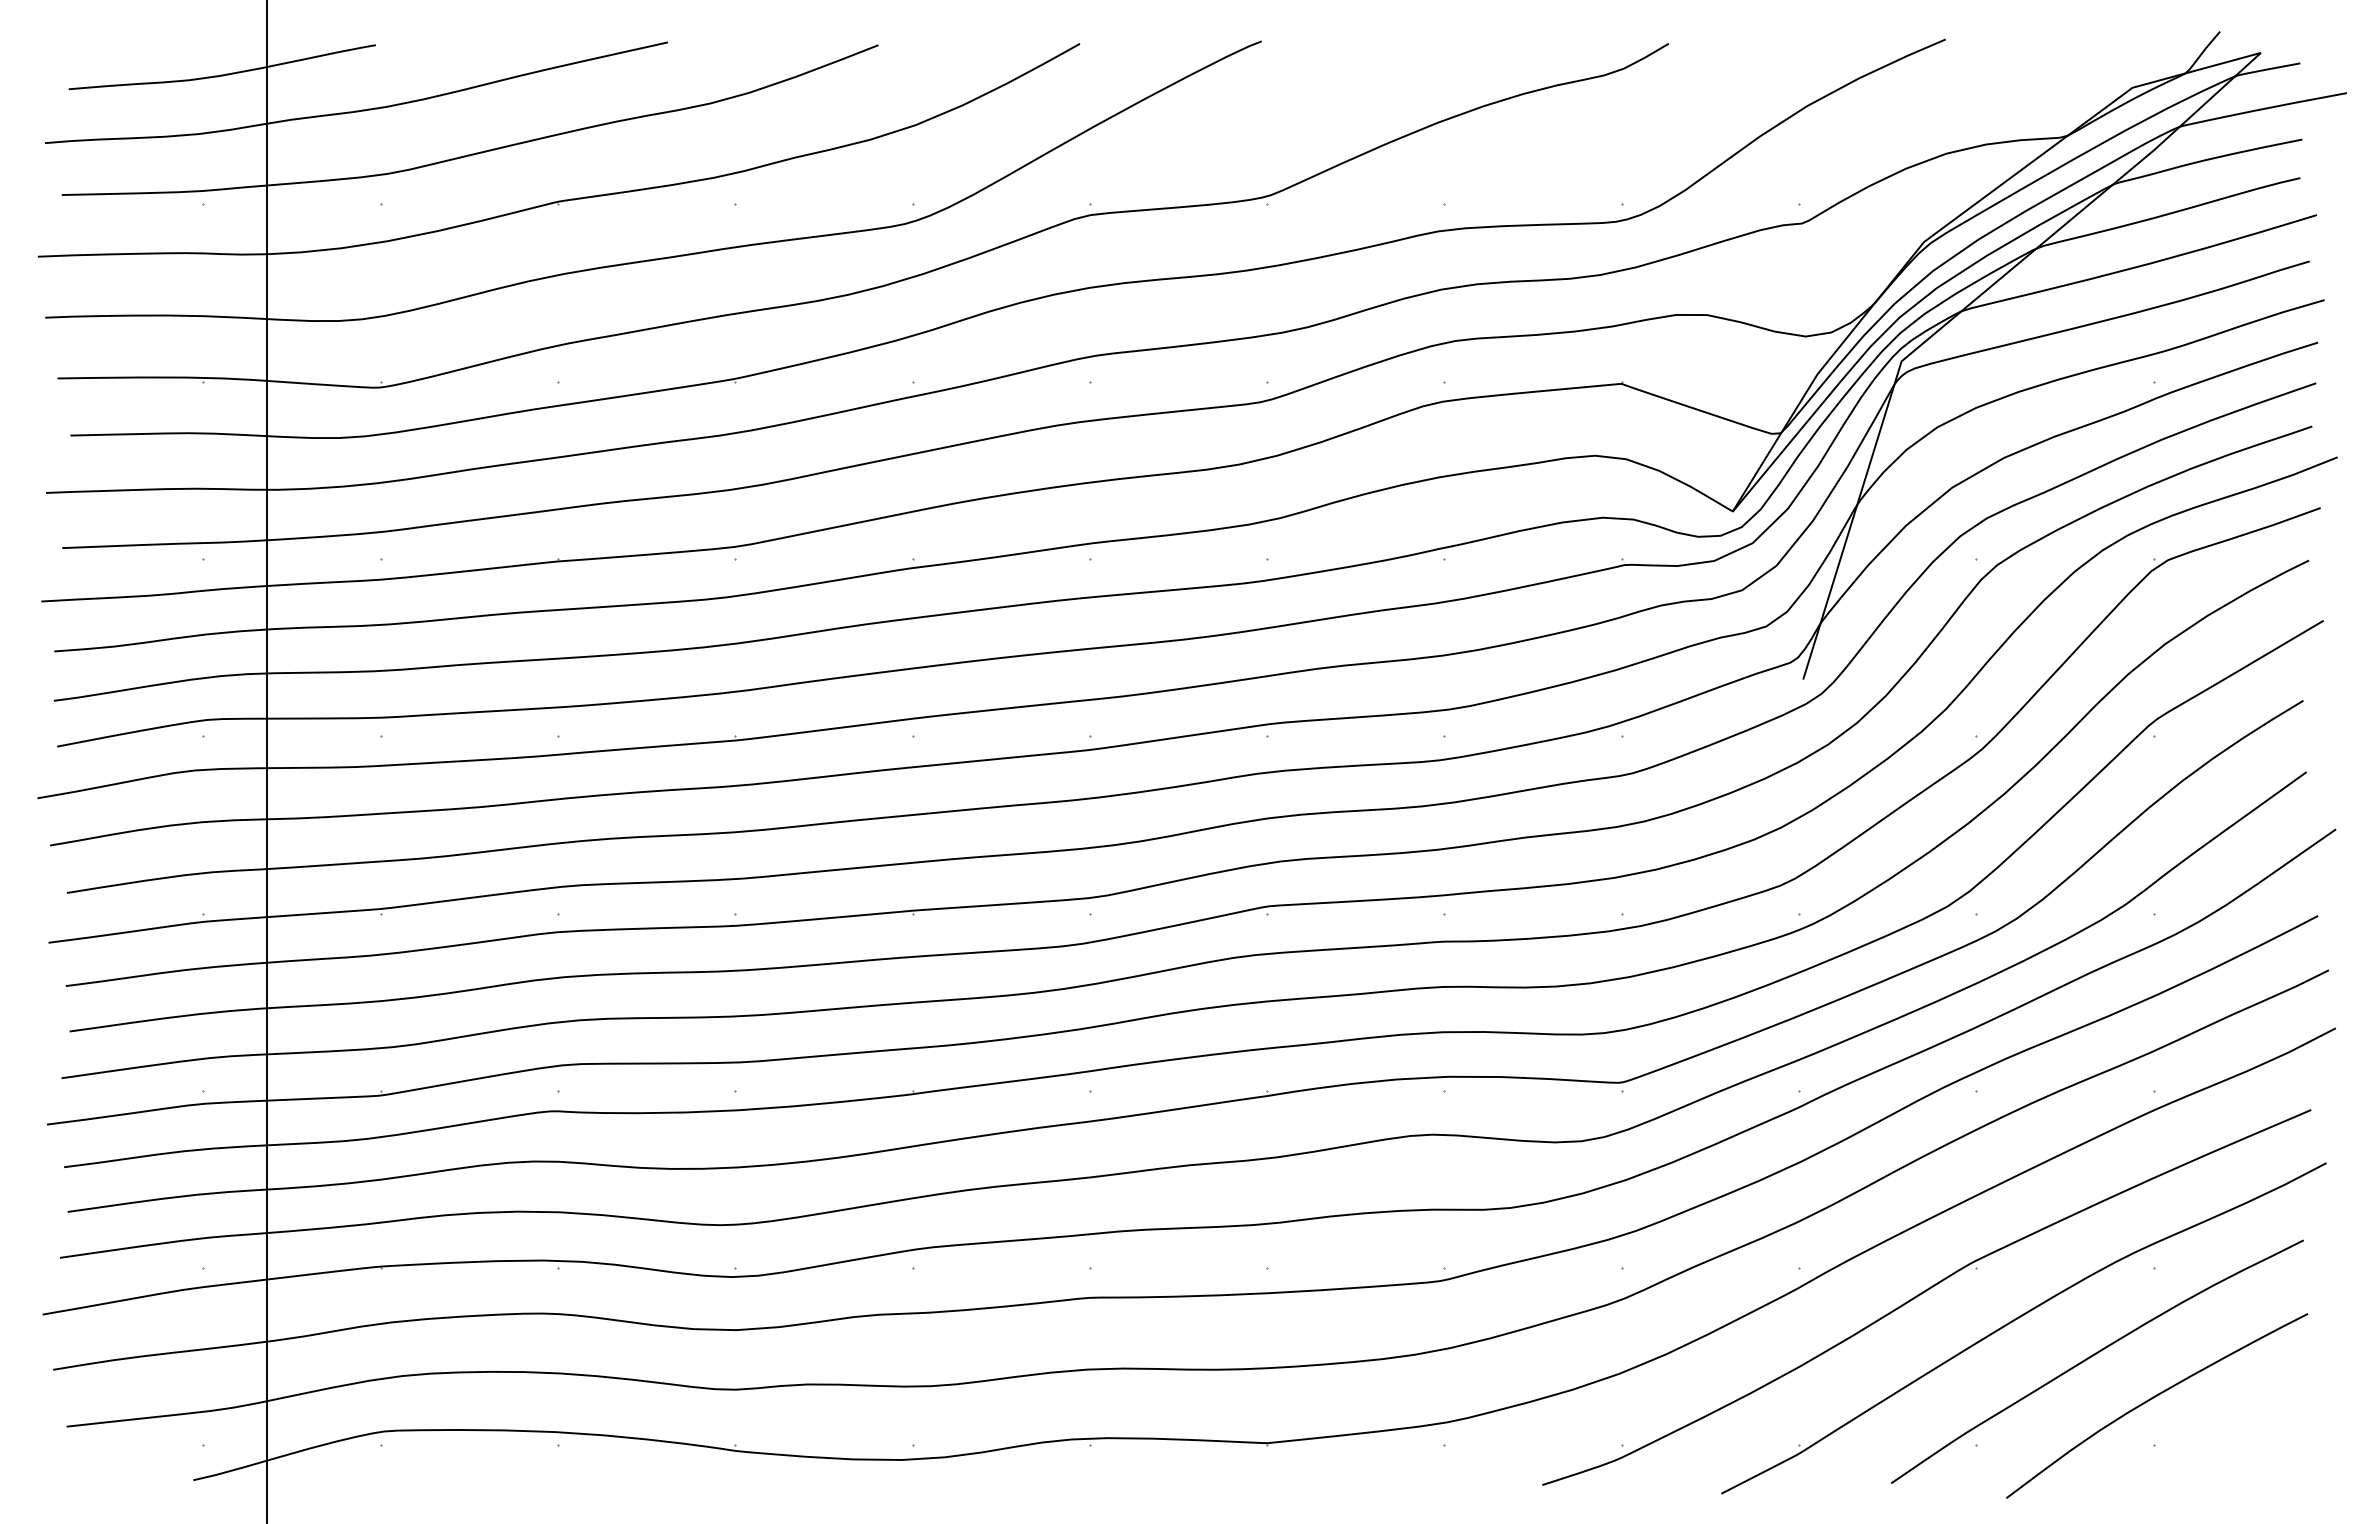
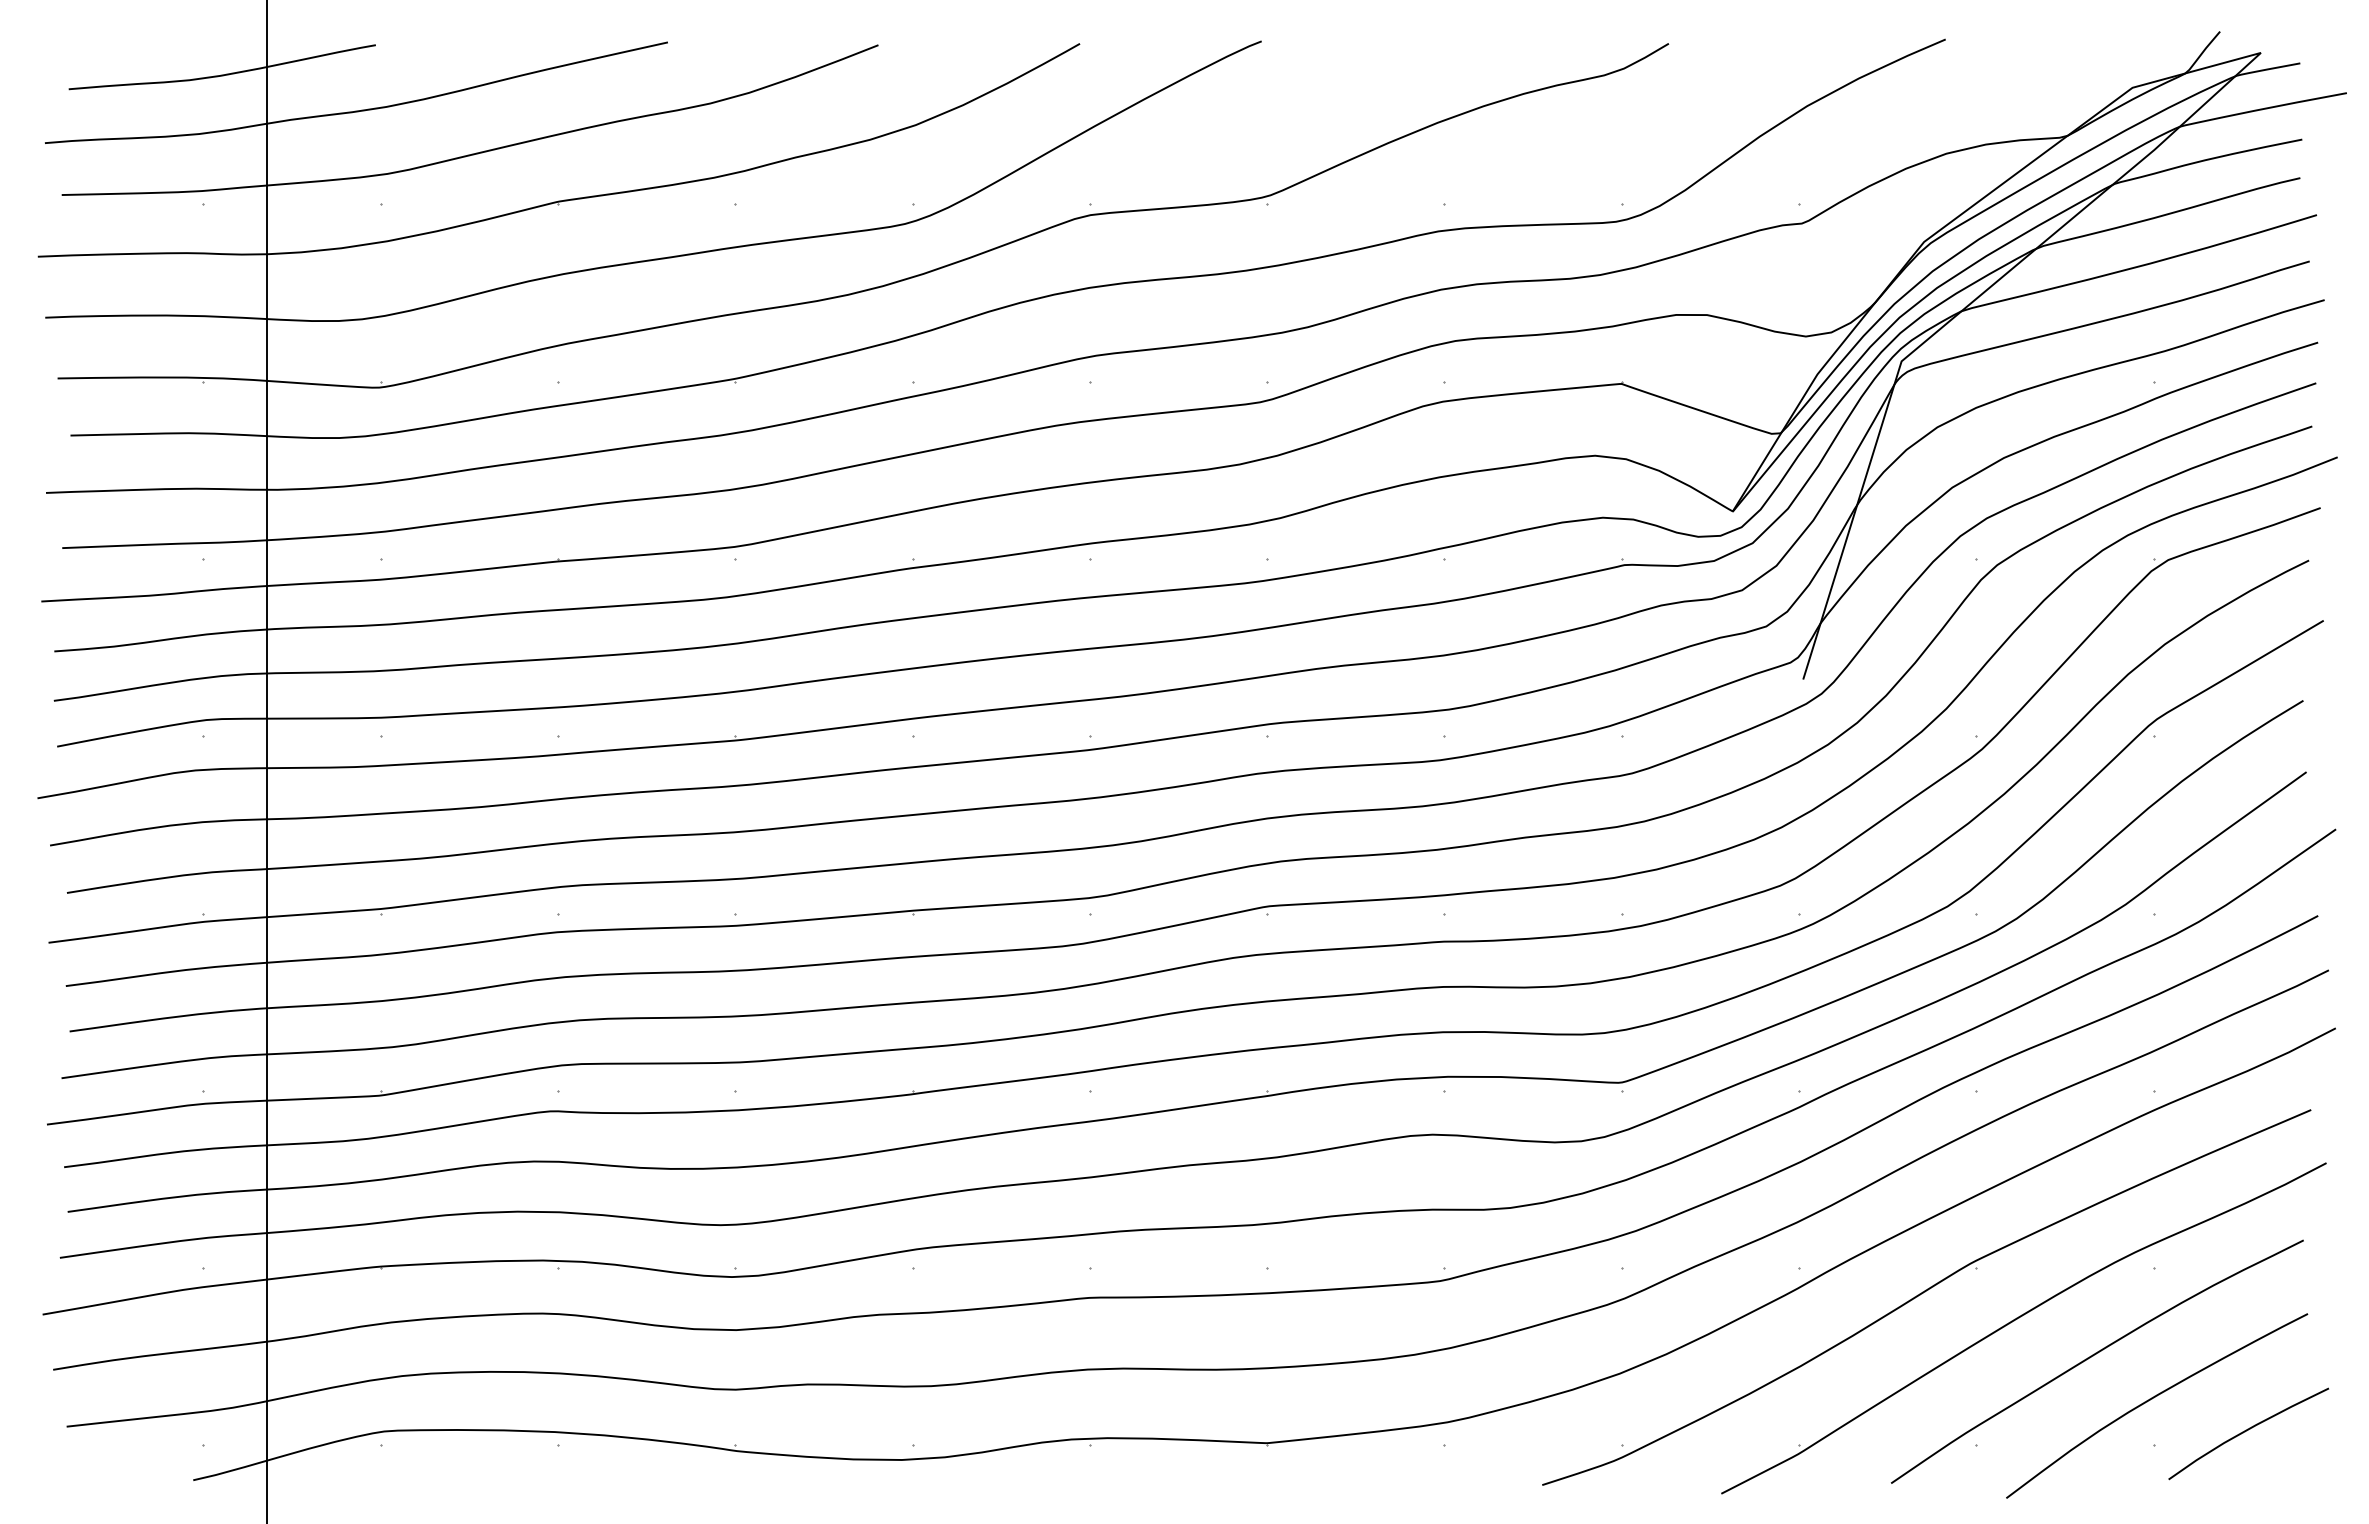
curve at (2246, 1431): none -> present
